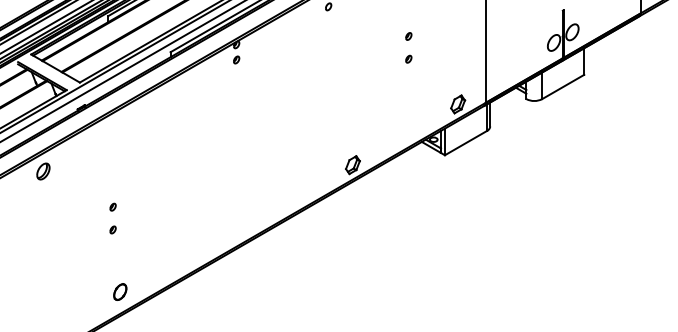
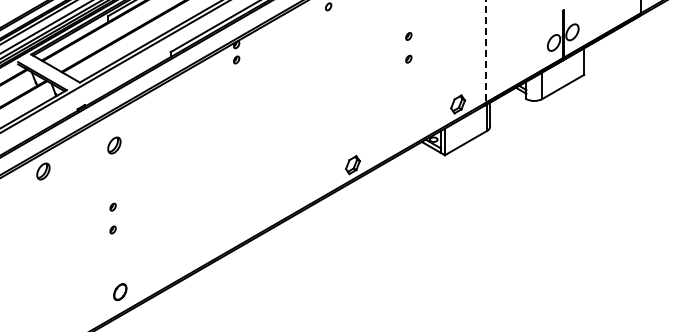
line at (485, 52): solid -> dashed
line at (122, 71): present -> none
part at (114, 145): none -> present
